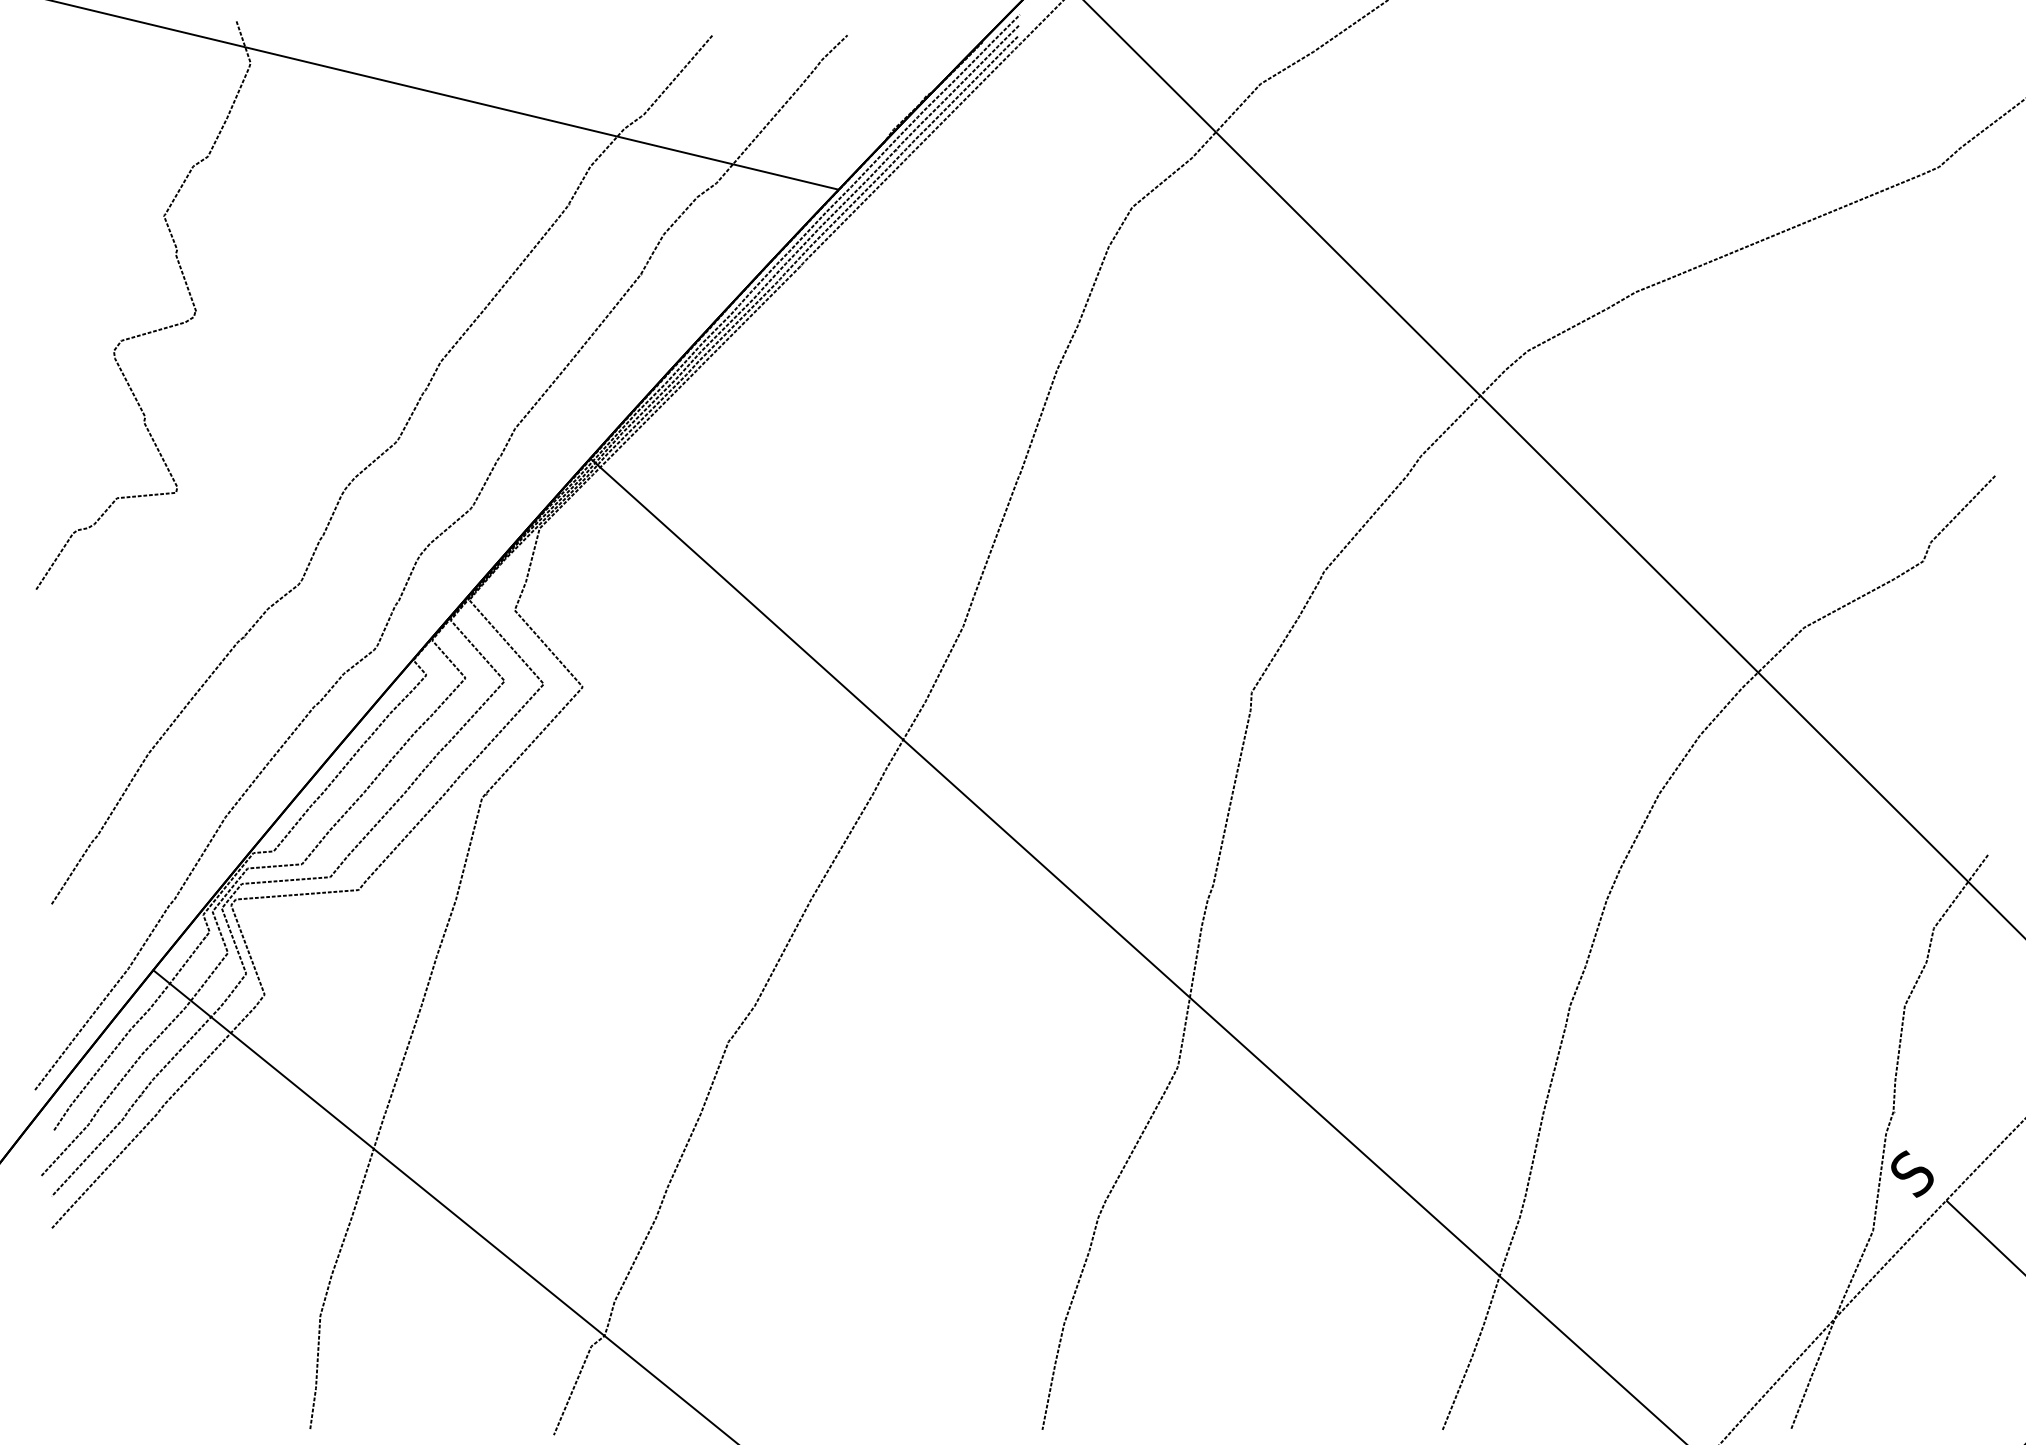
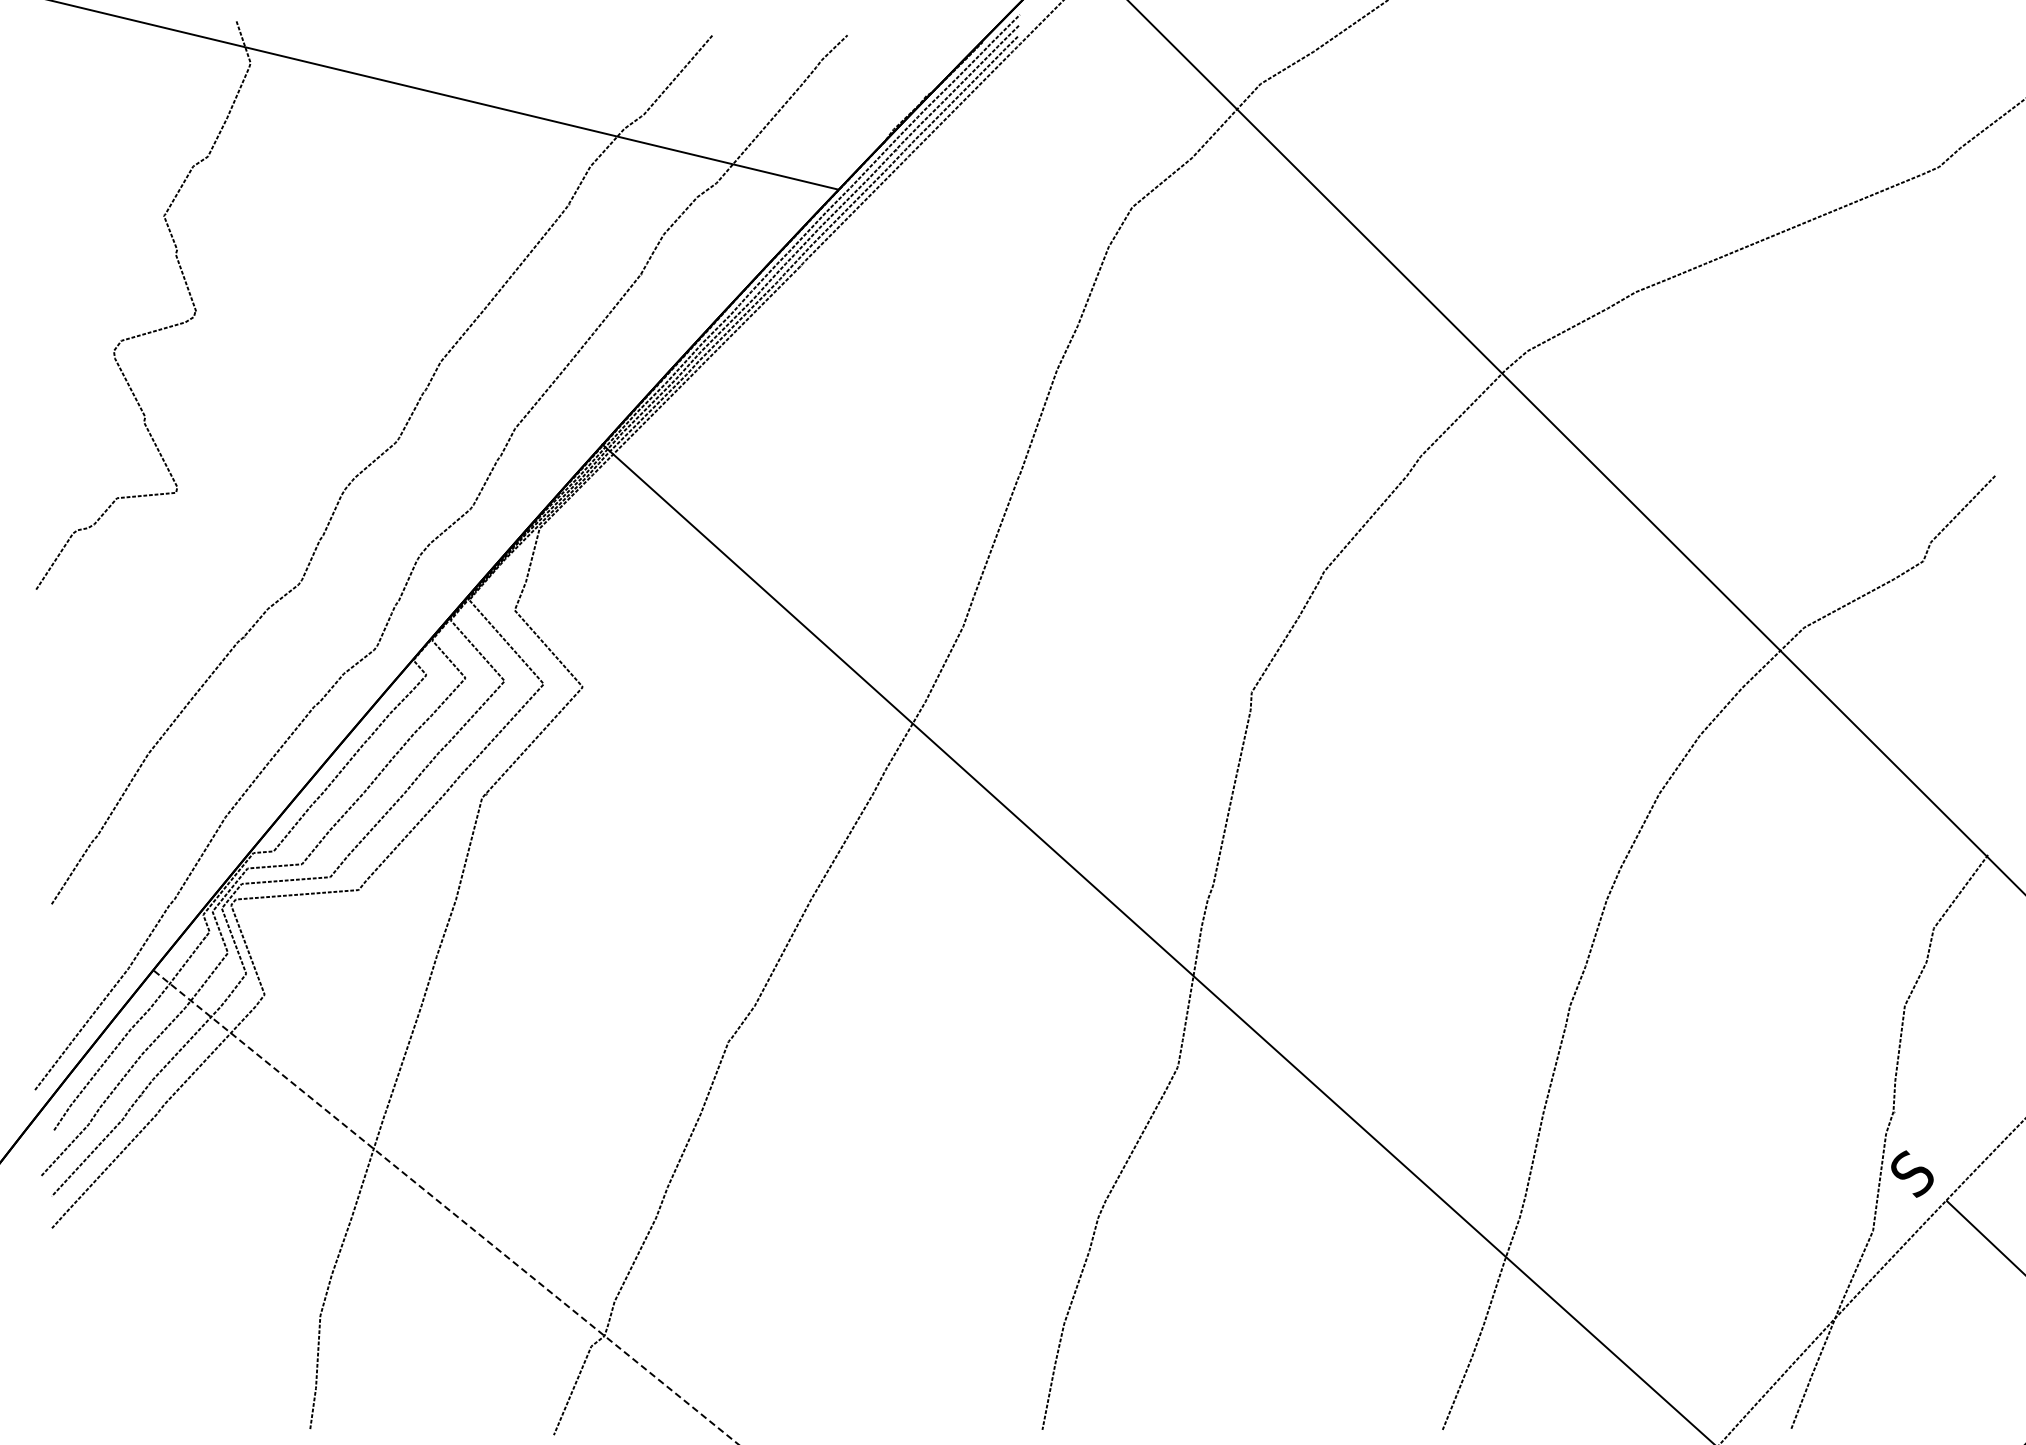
line at (1553, 468) position: (1553, 468) -> (1575, 447)
line at (1136, 949) position: (1136, 949) -> (1156, 942)
line at (446, 1207): solid -> dashed
